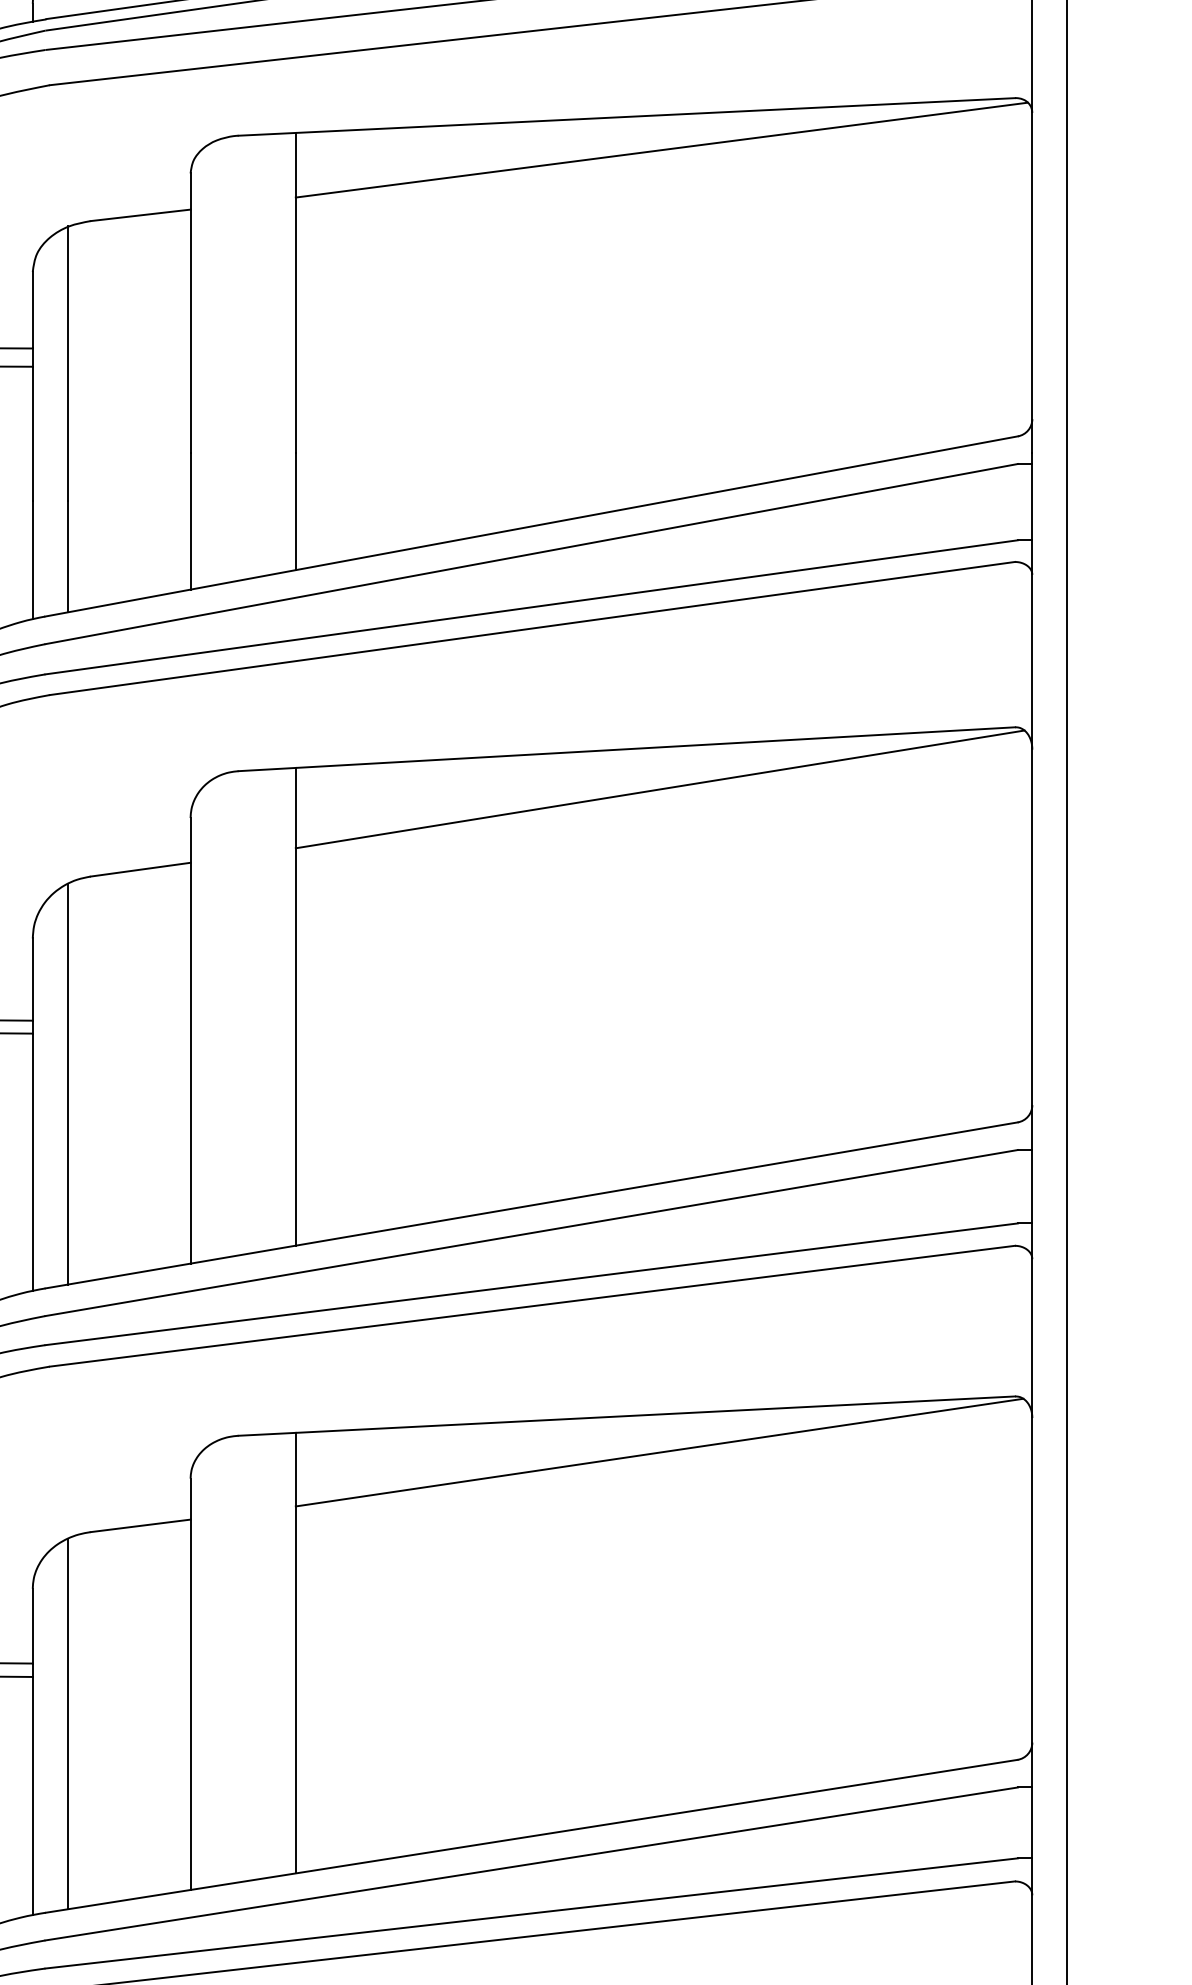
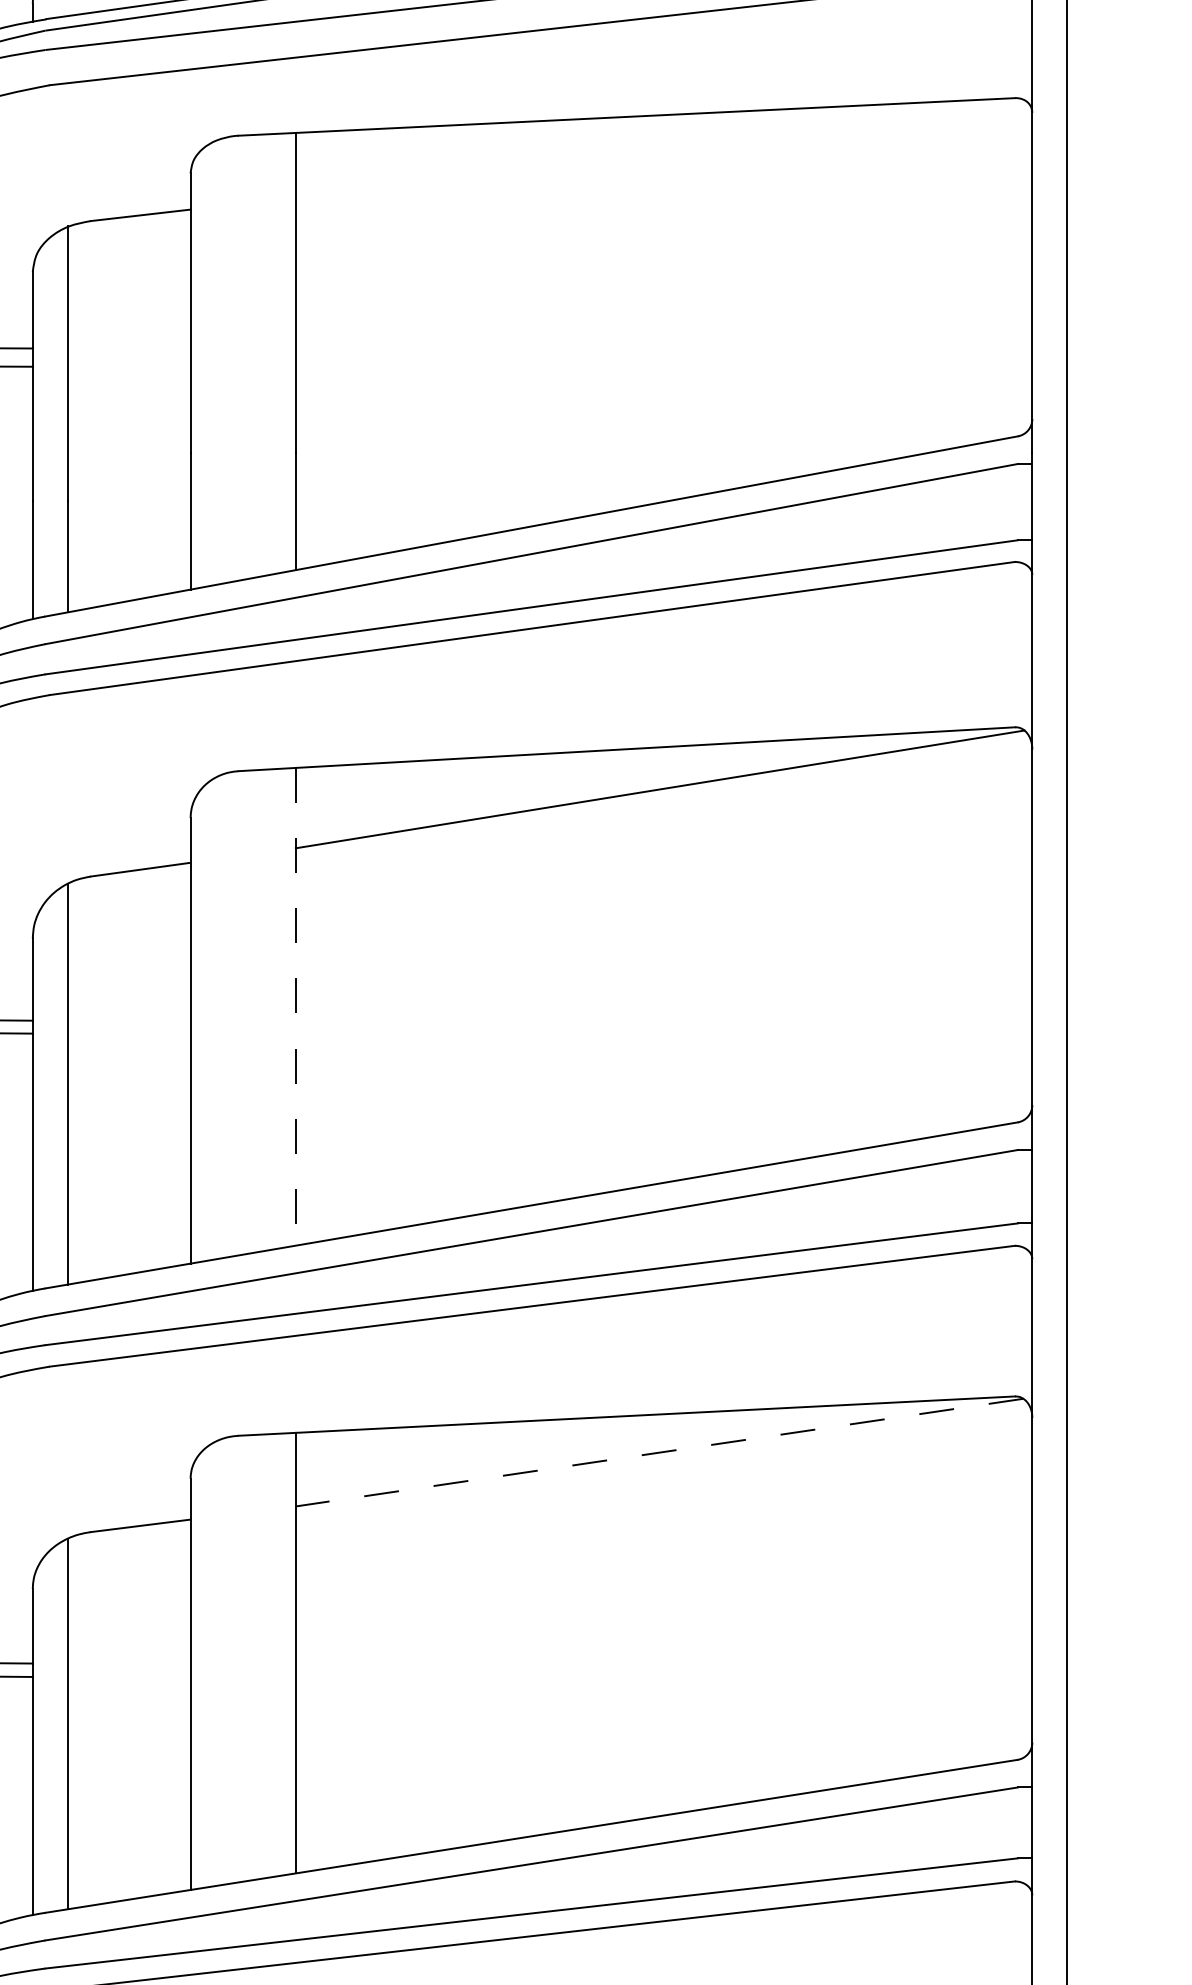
line at (661, 149): present -> none
line at (295, 1006): solid -> dashed
line at (659, 1452): solid -> dashed
